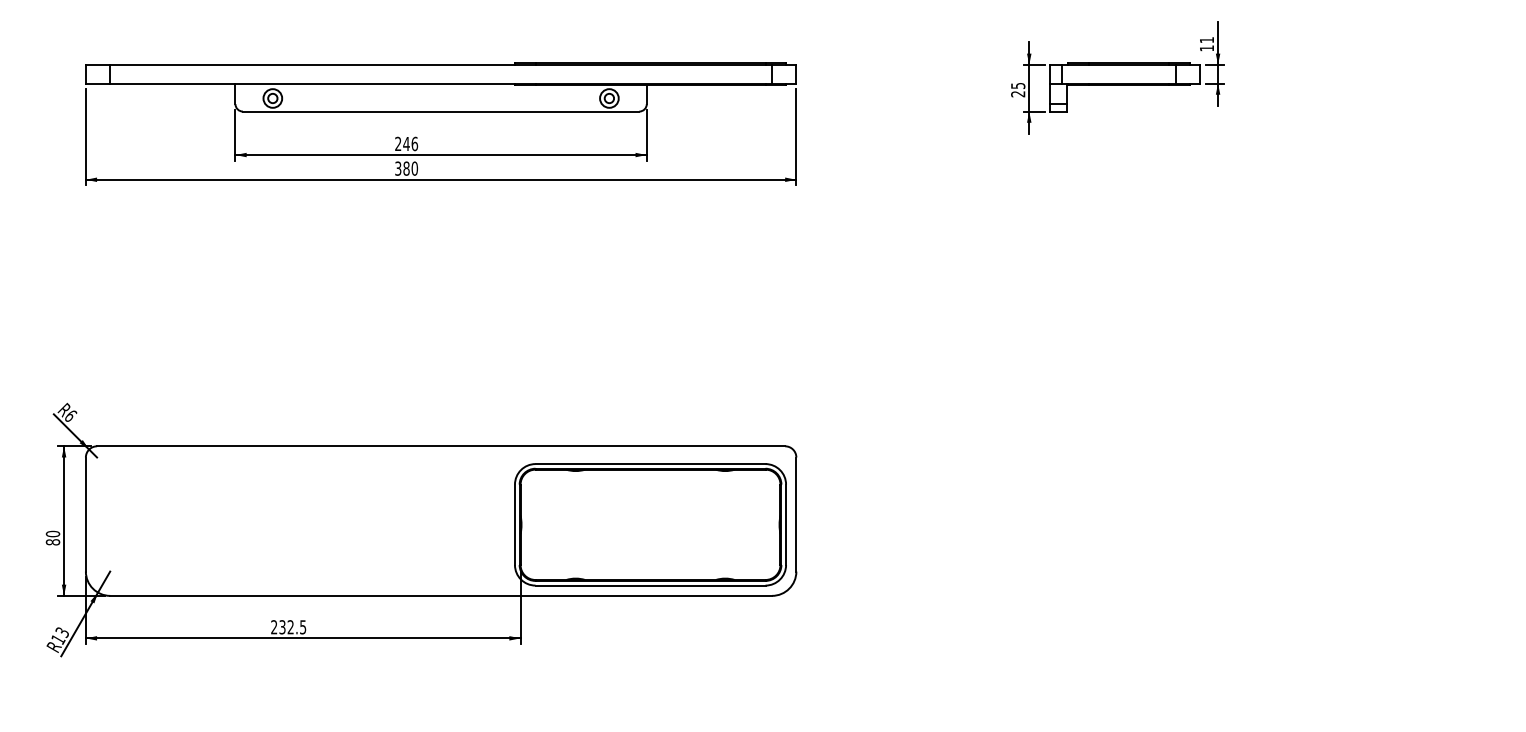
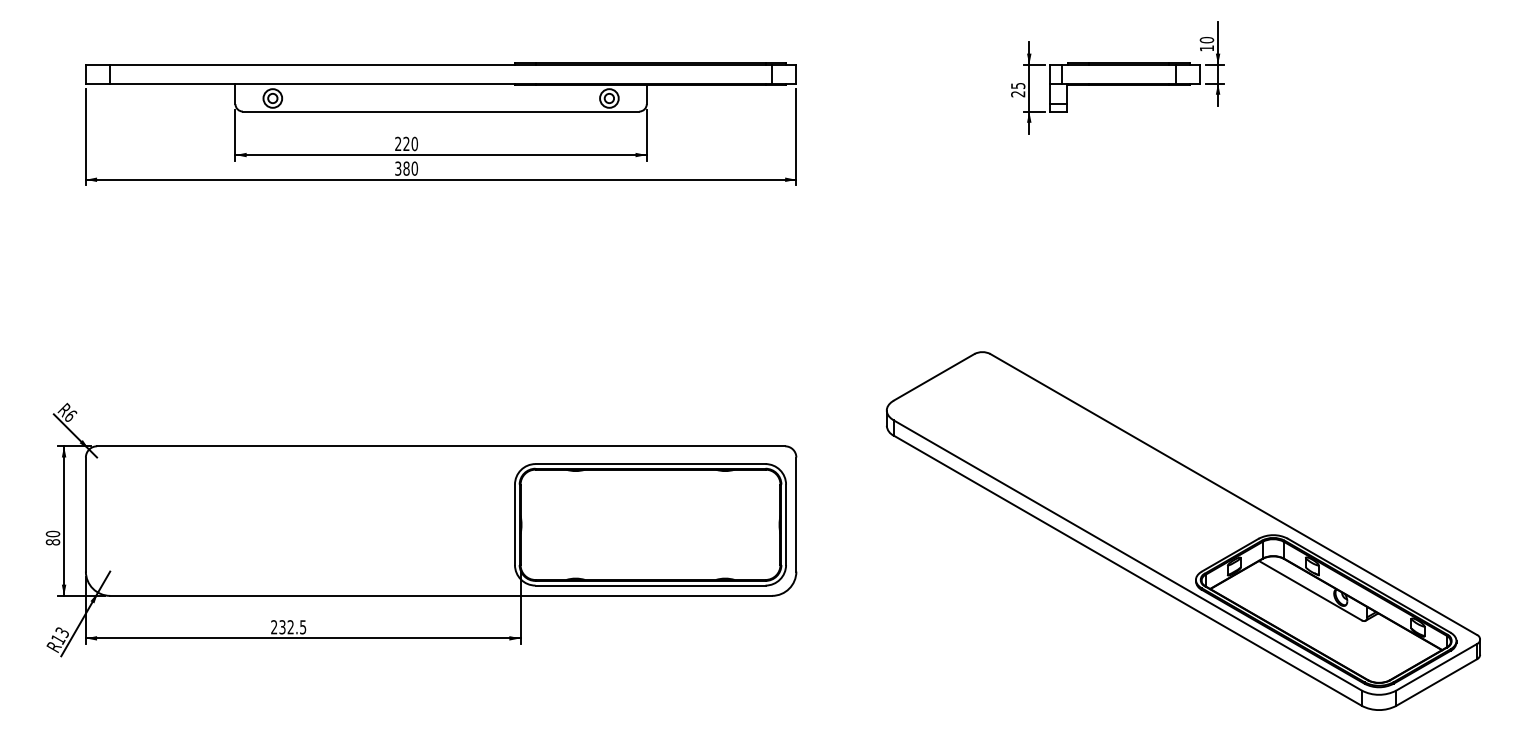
text at (1206, 40): 11 -> 10
text at (410, 143): 246 -> 220
part at (1183, 530): none -> present
